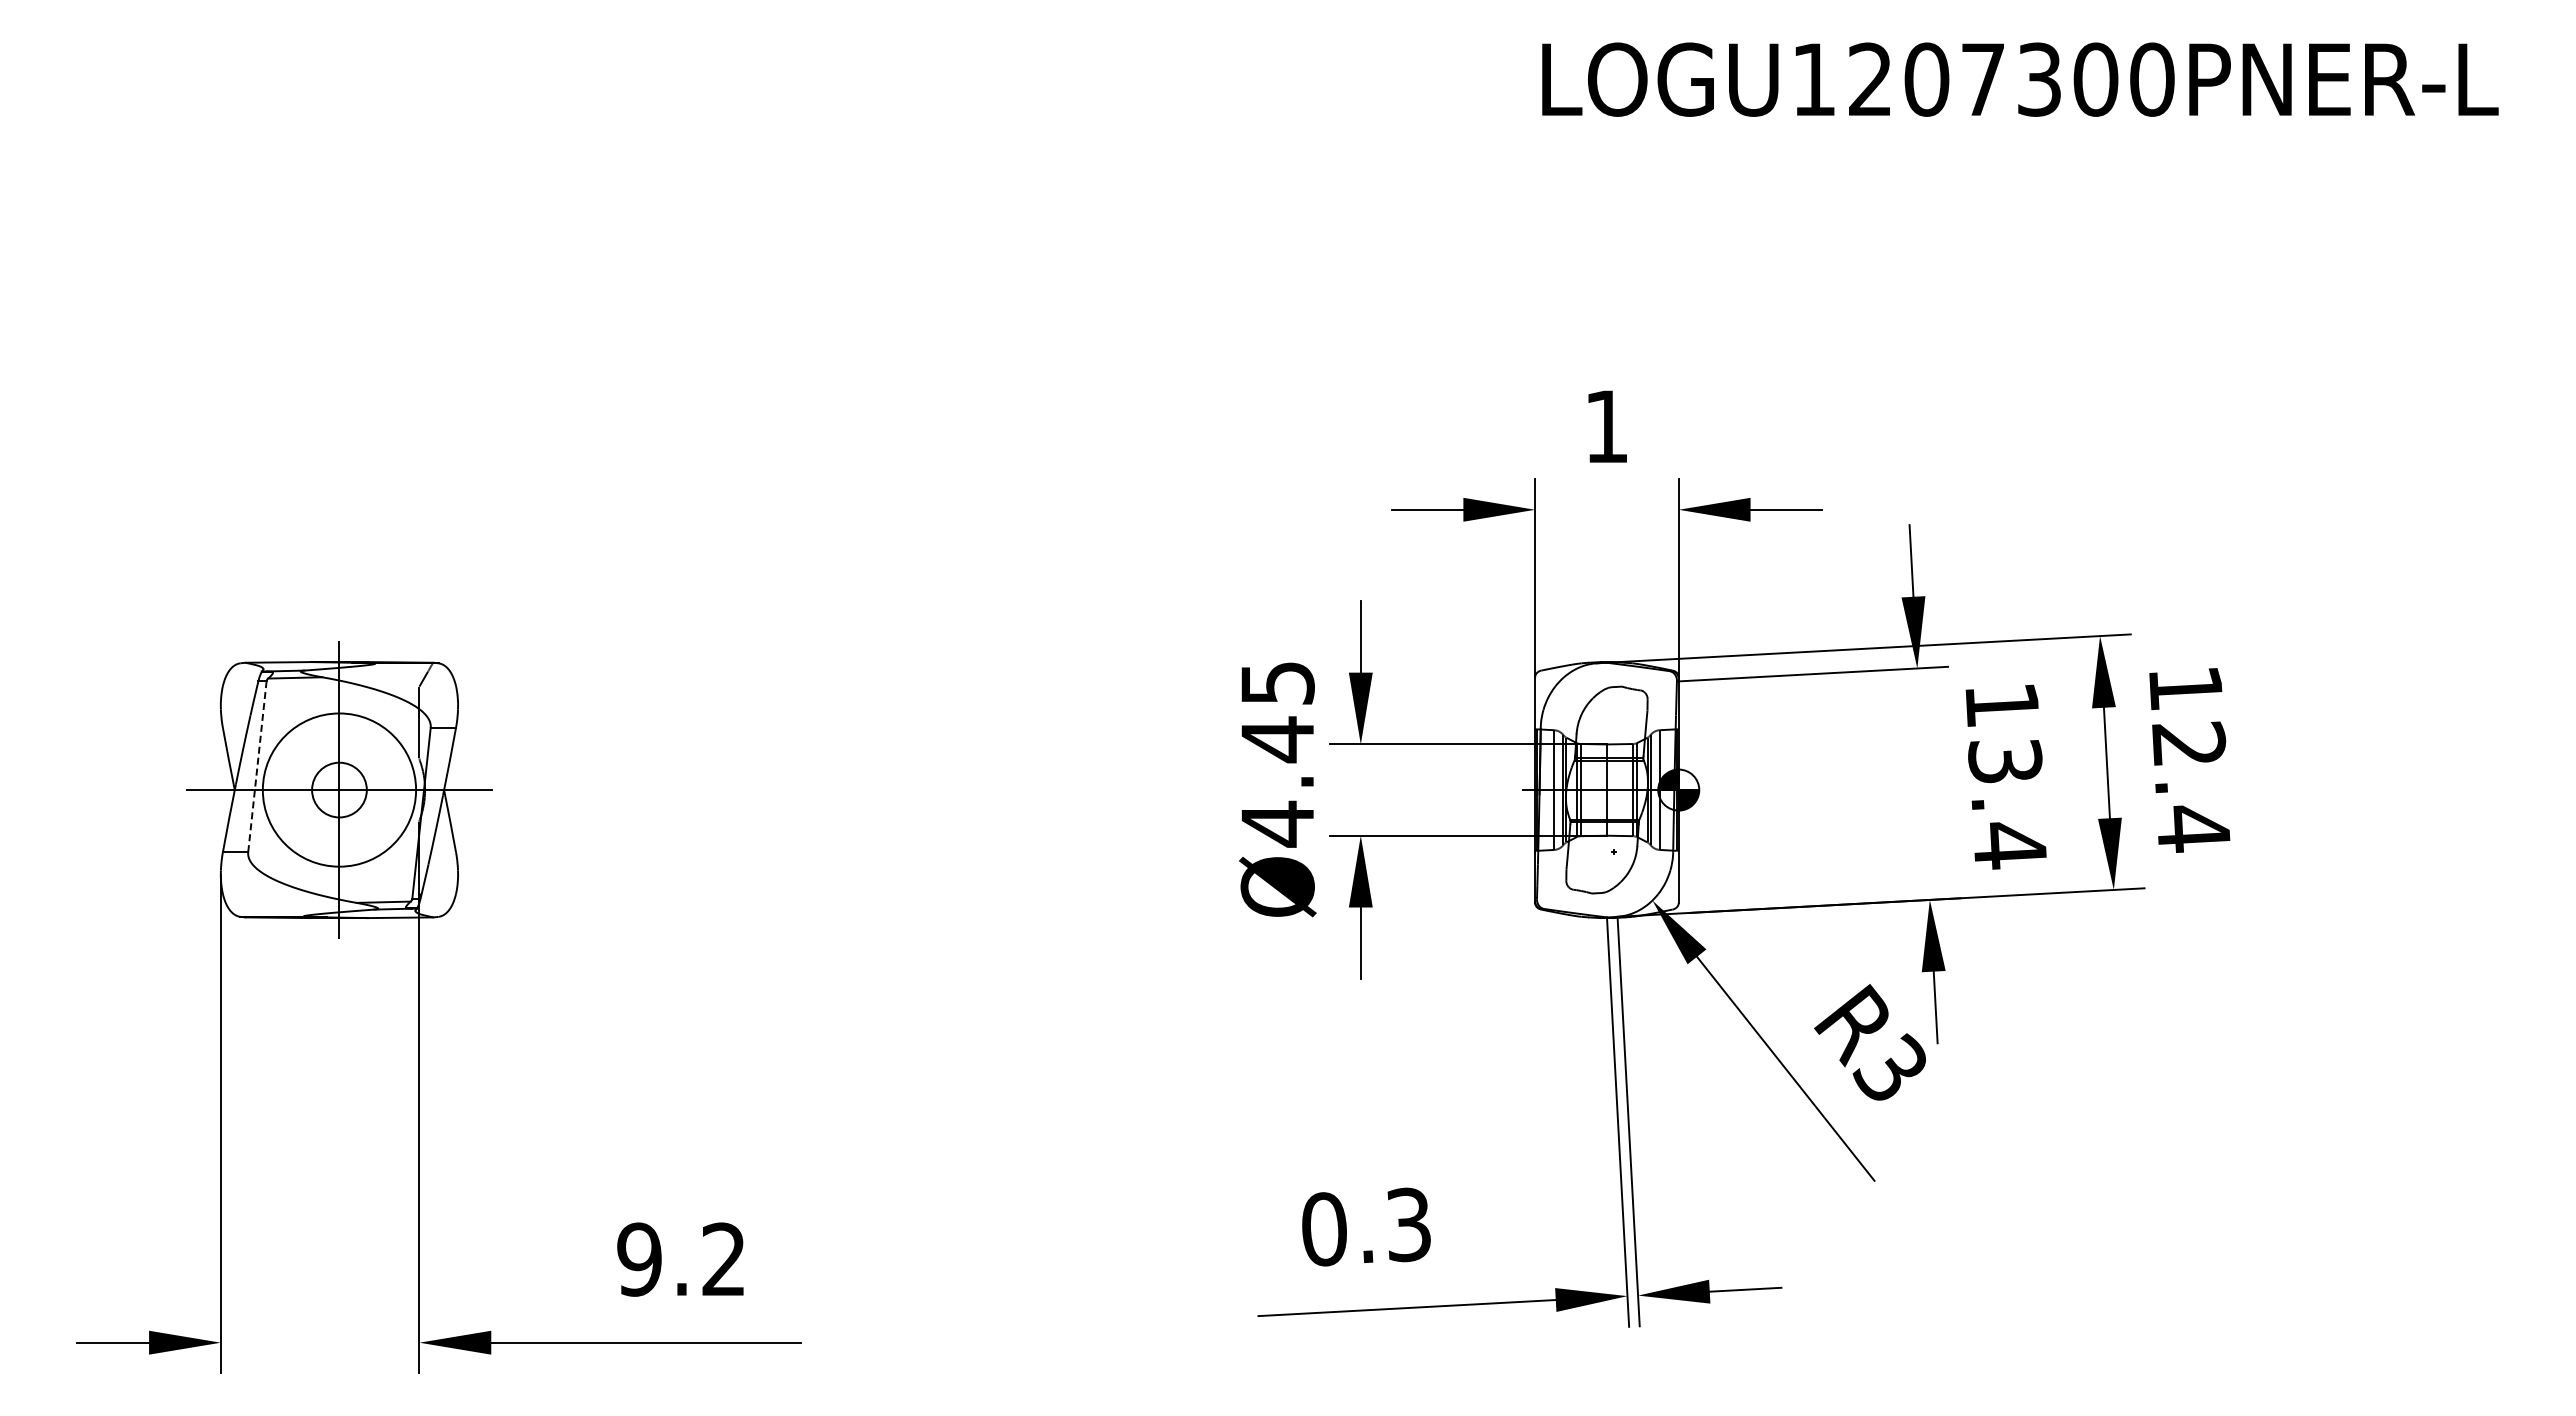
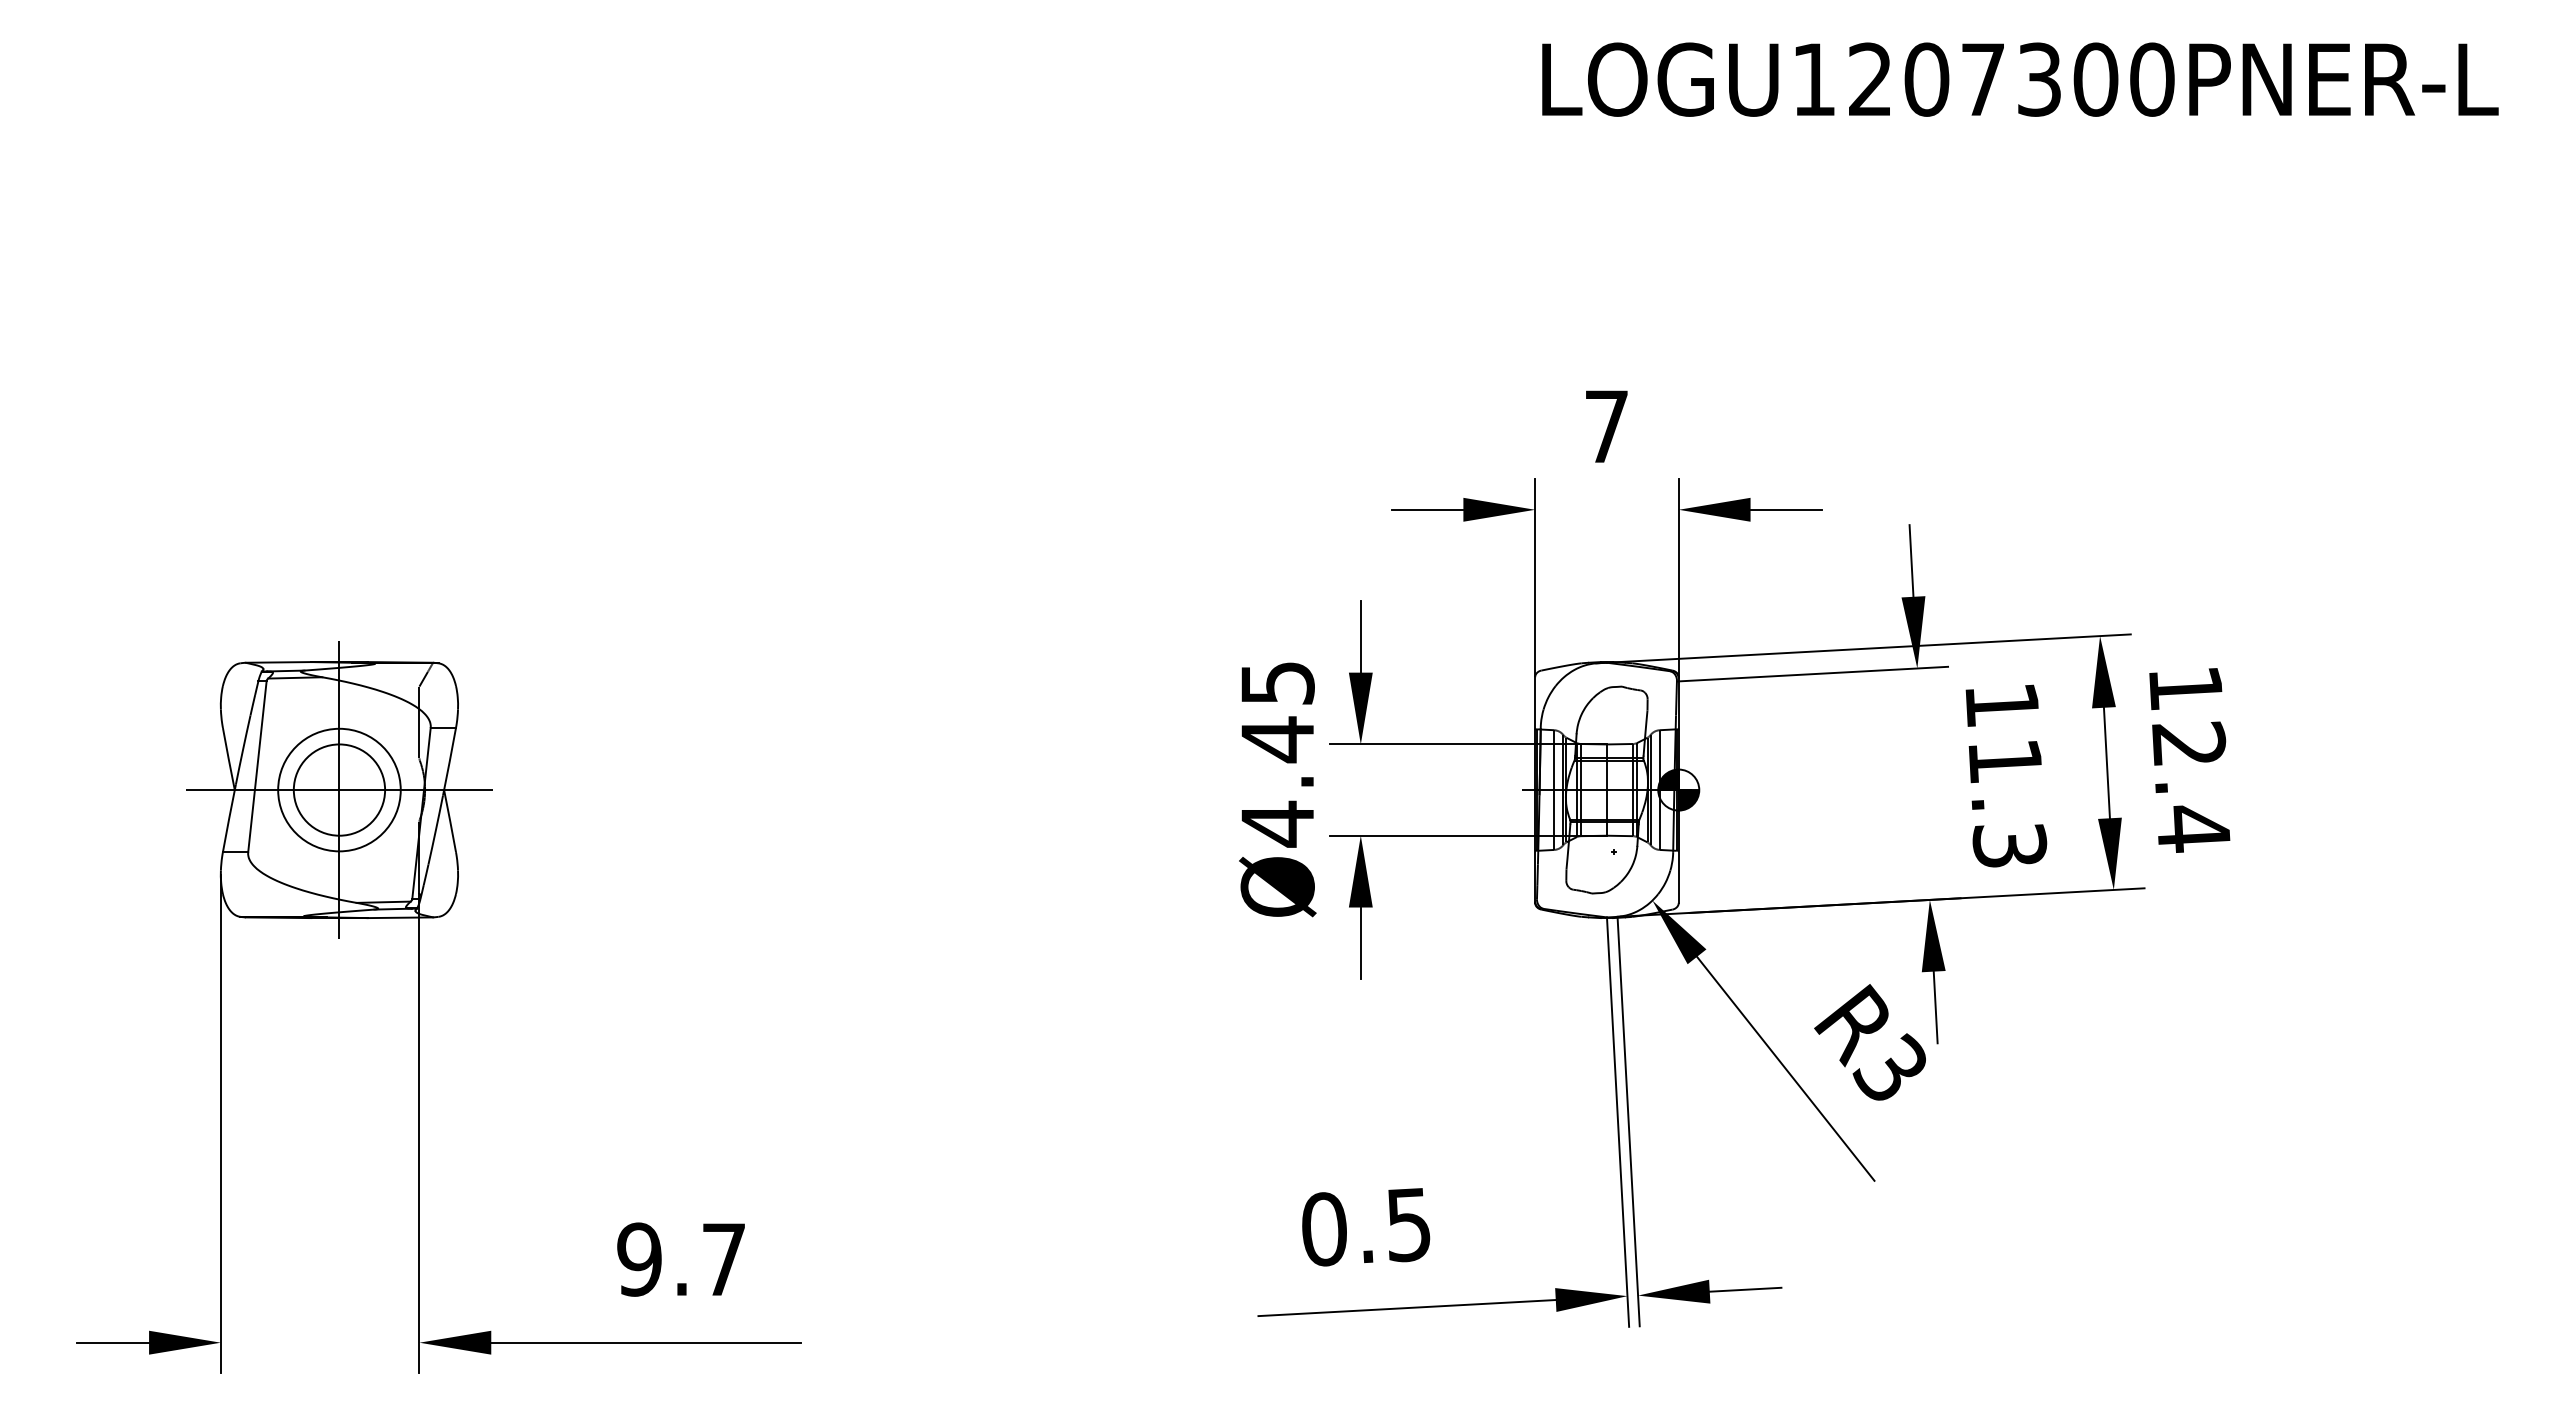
text at (1606, 426): 1 -> 7
line at (257, 766): dashed -> solid
circle at (339, 789) diameter: 153 px -> 123 px
circle at (339, 789) diameter: 55 px -> 91 px
text at (2007, 804): 13.4 -> 11.3
text at (1408, 1224): 0.3 -> 0.5
text at (723, 1258): 9.2 -> 9.7
